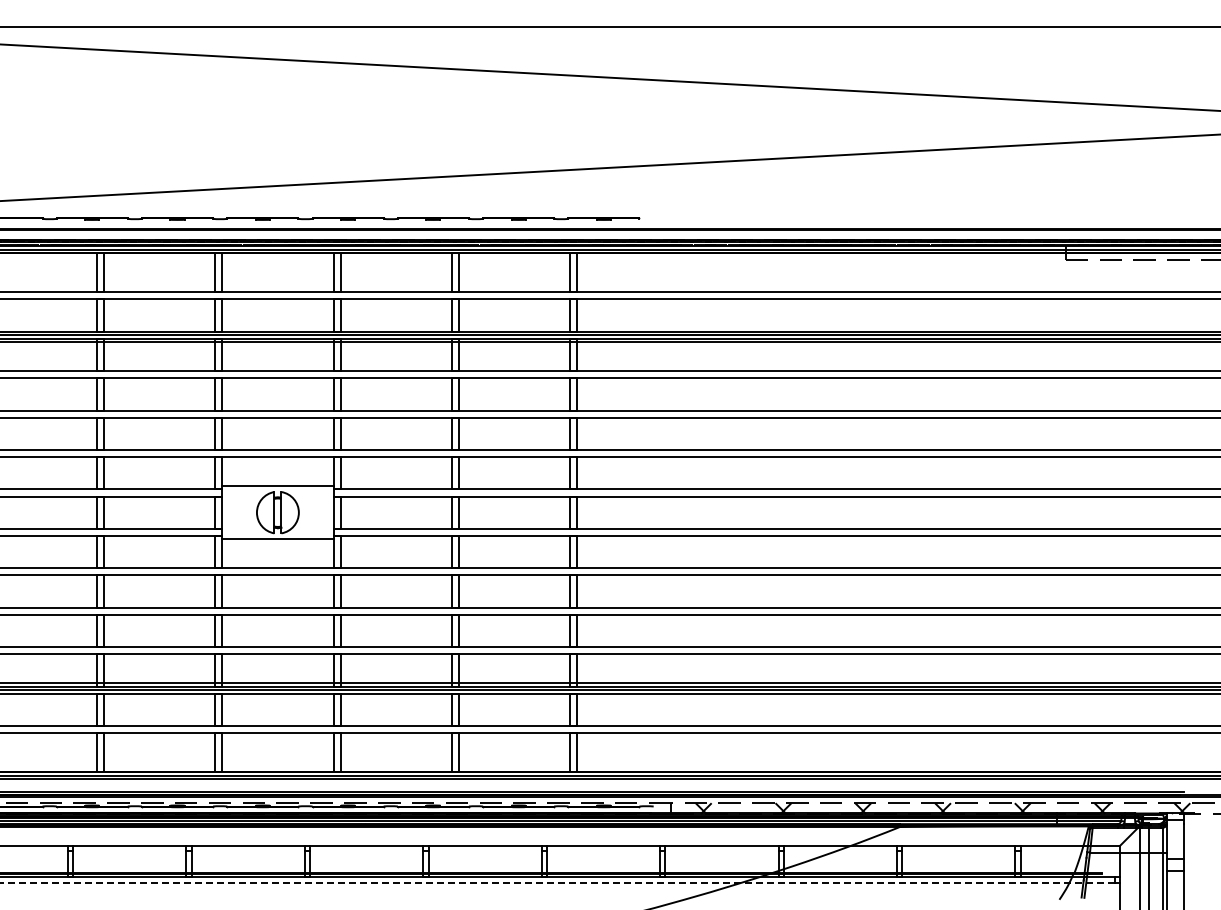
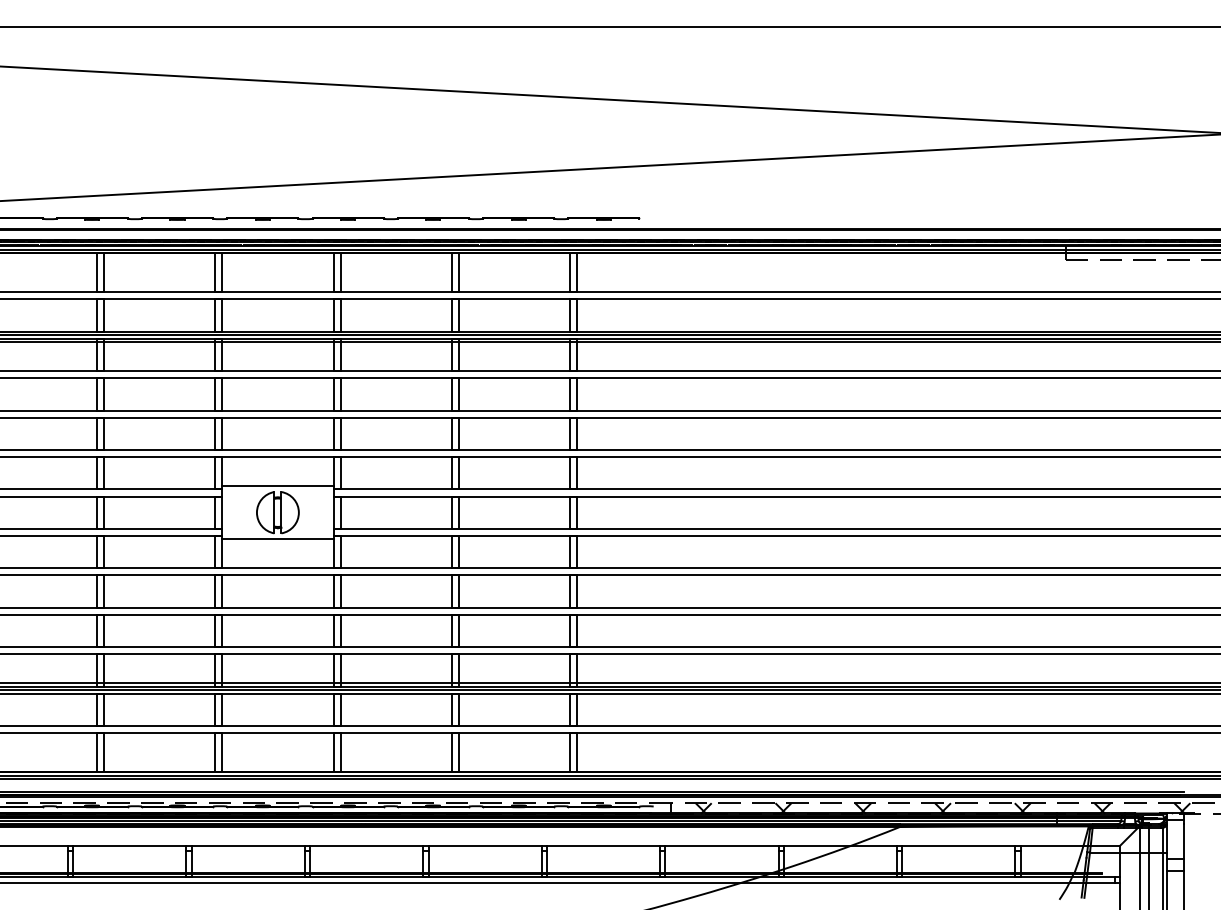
line at (609, 77) position: (609, 77) -> (609, 99)
line at (557, 882): dashed -> solid
